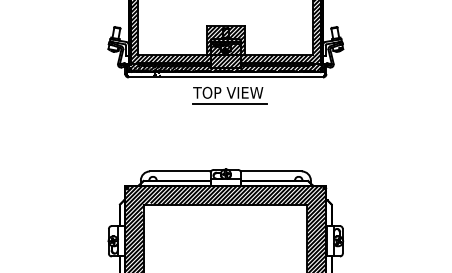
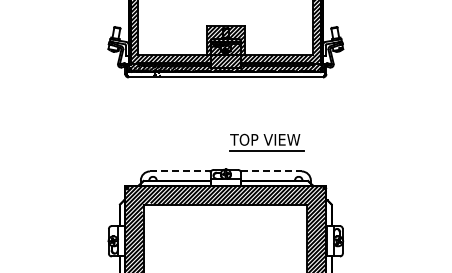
part at (229, 95) position: (229, 95) -> (266, 142)
line at (180, 171): solid -> dashed
line at (271, 171): solid -> dashed
